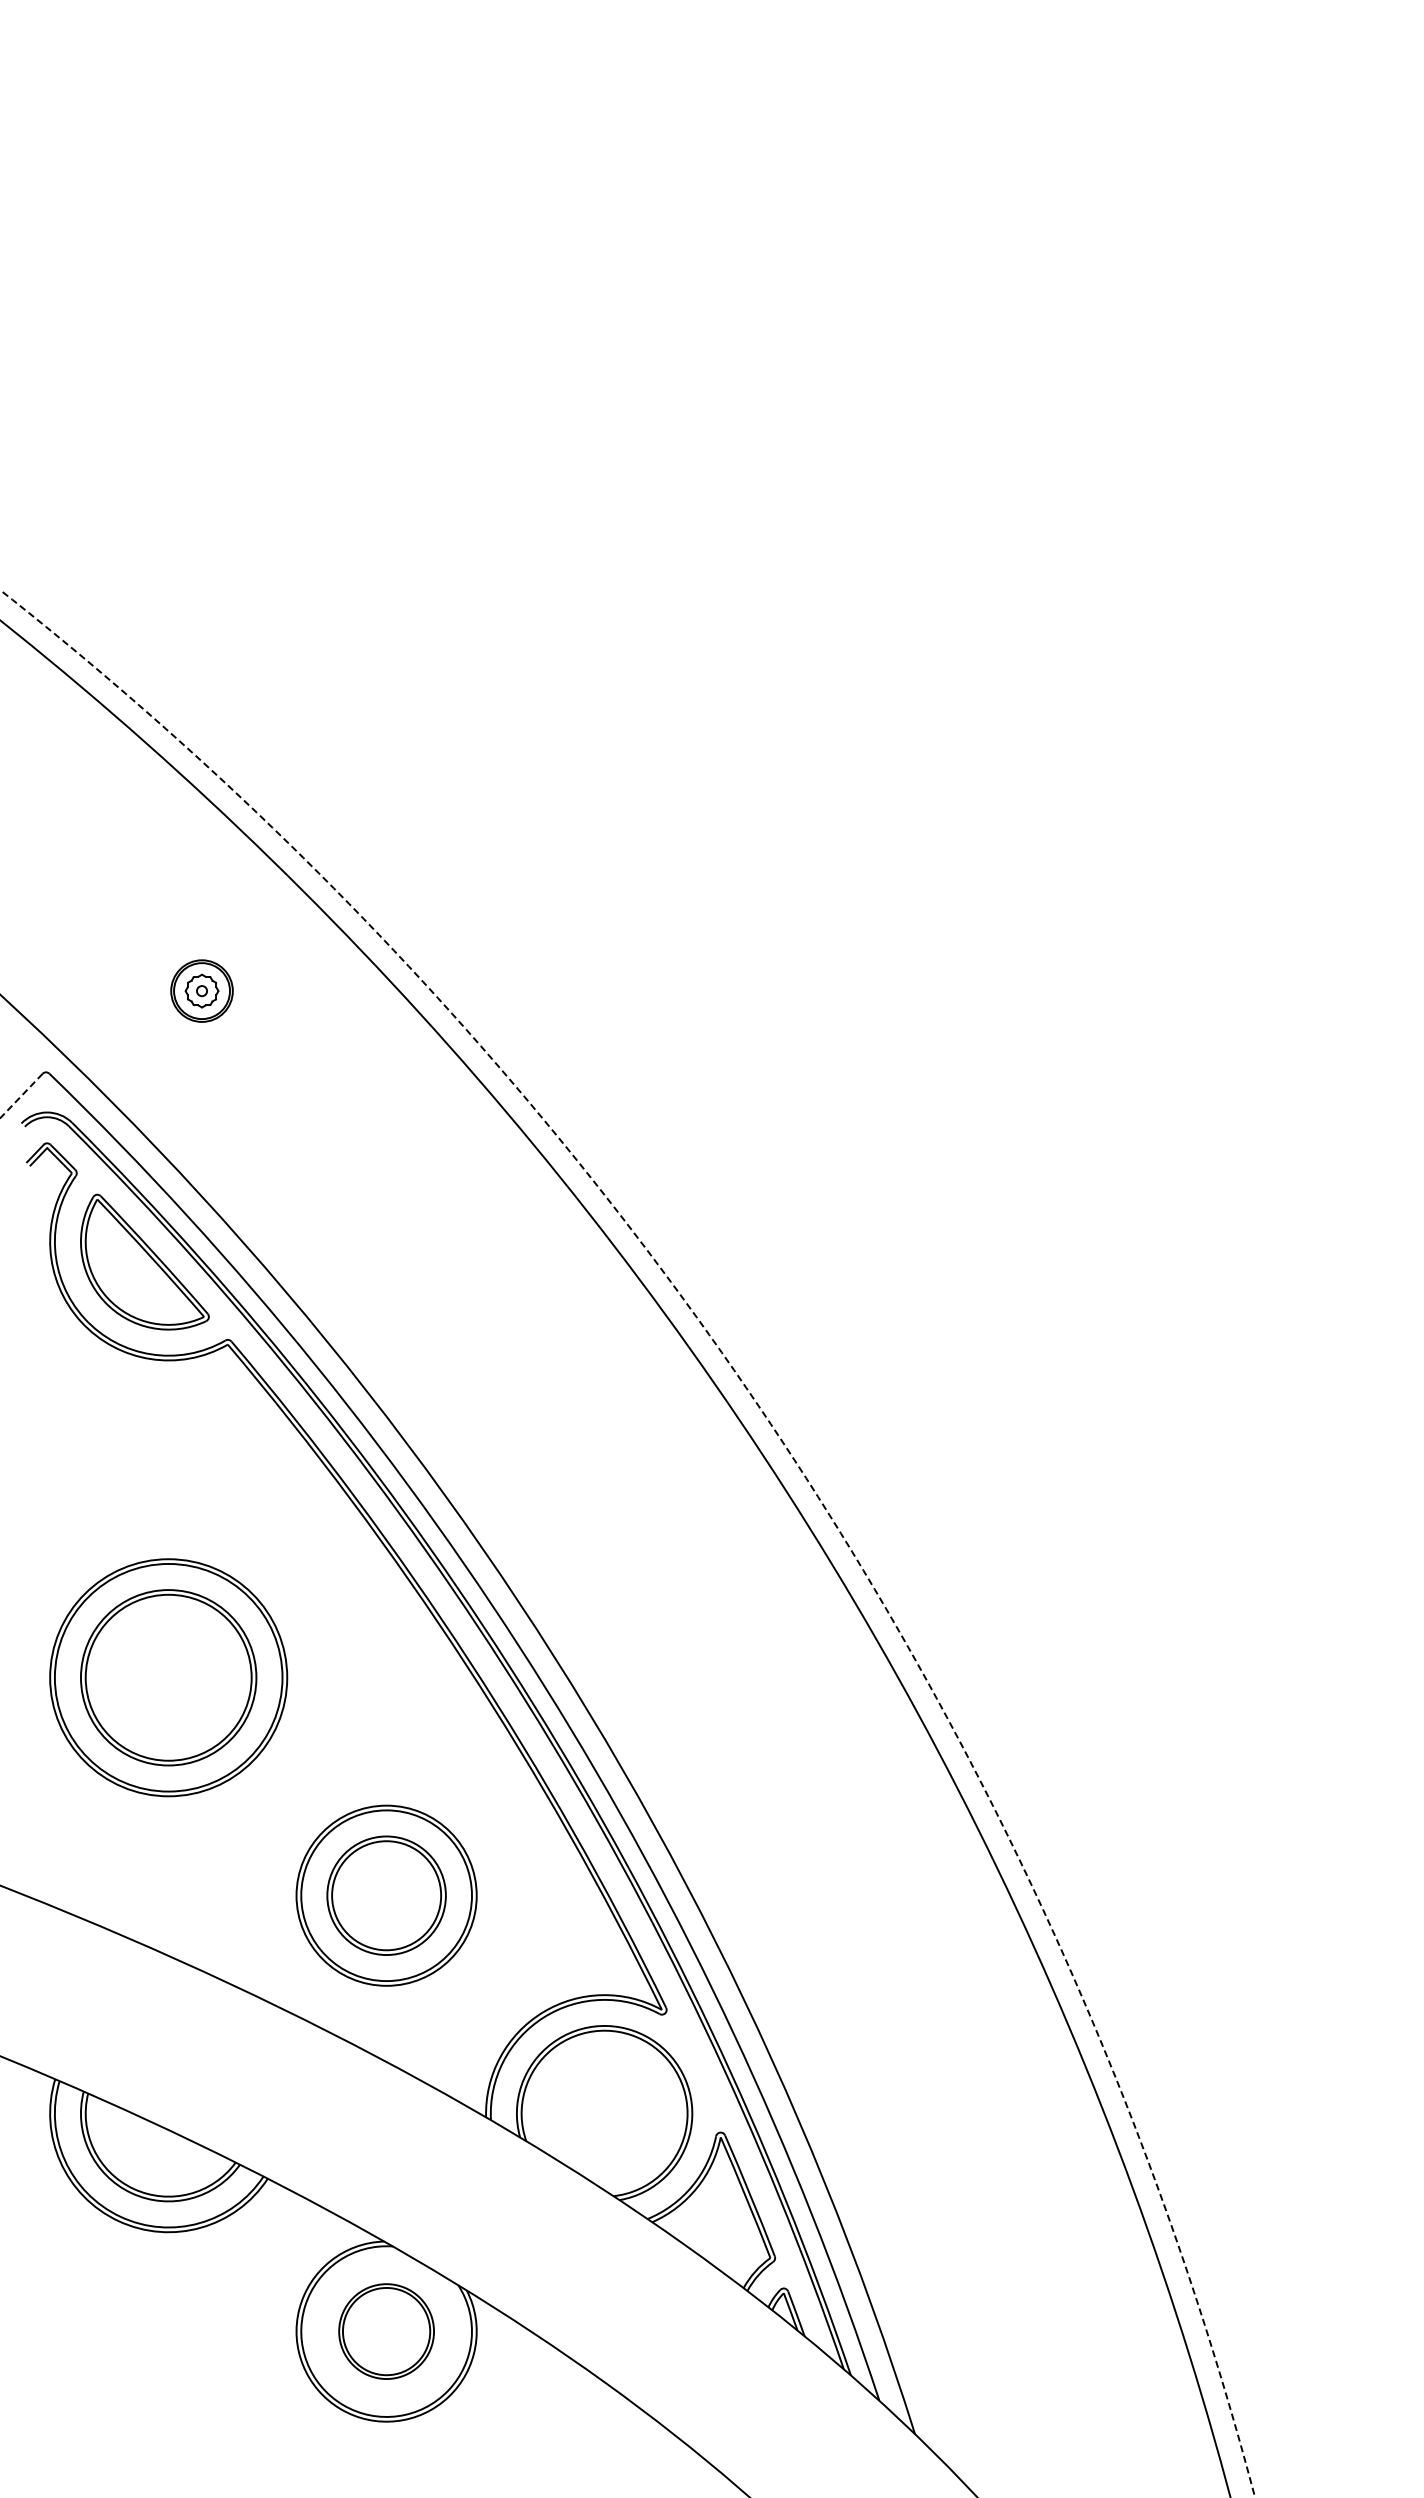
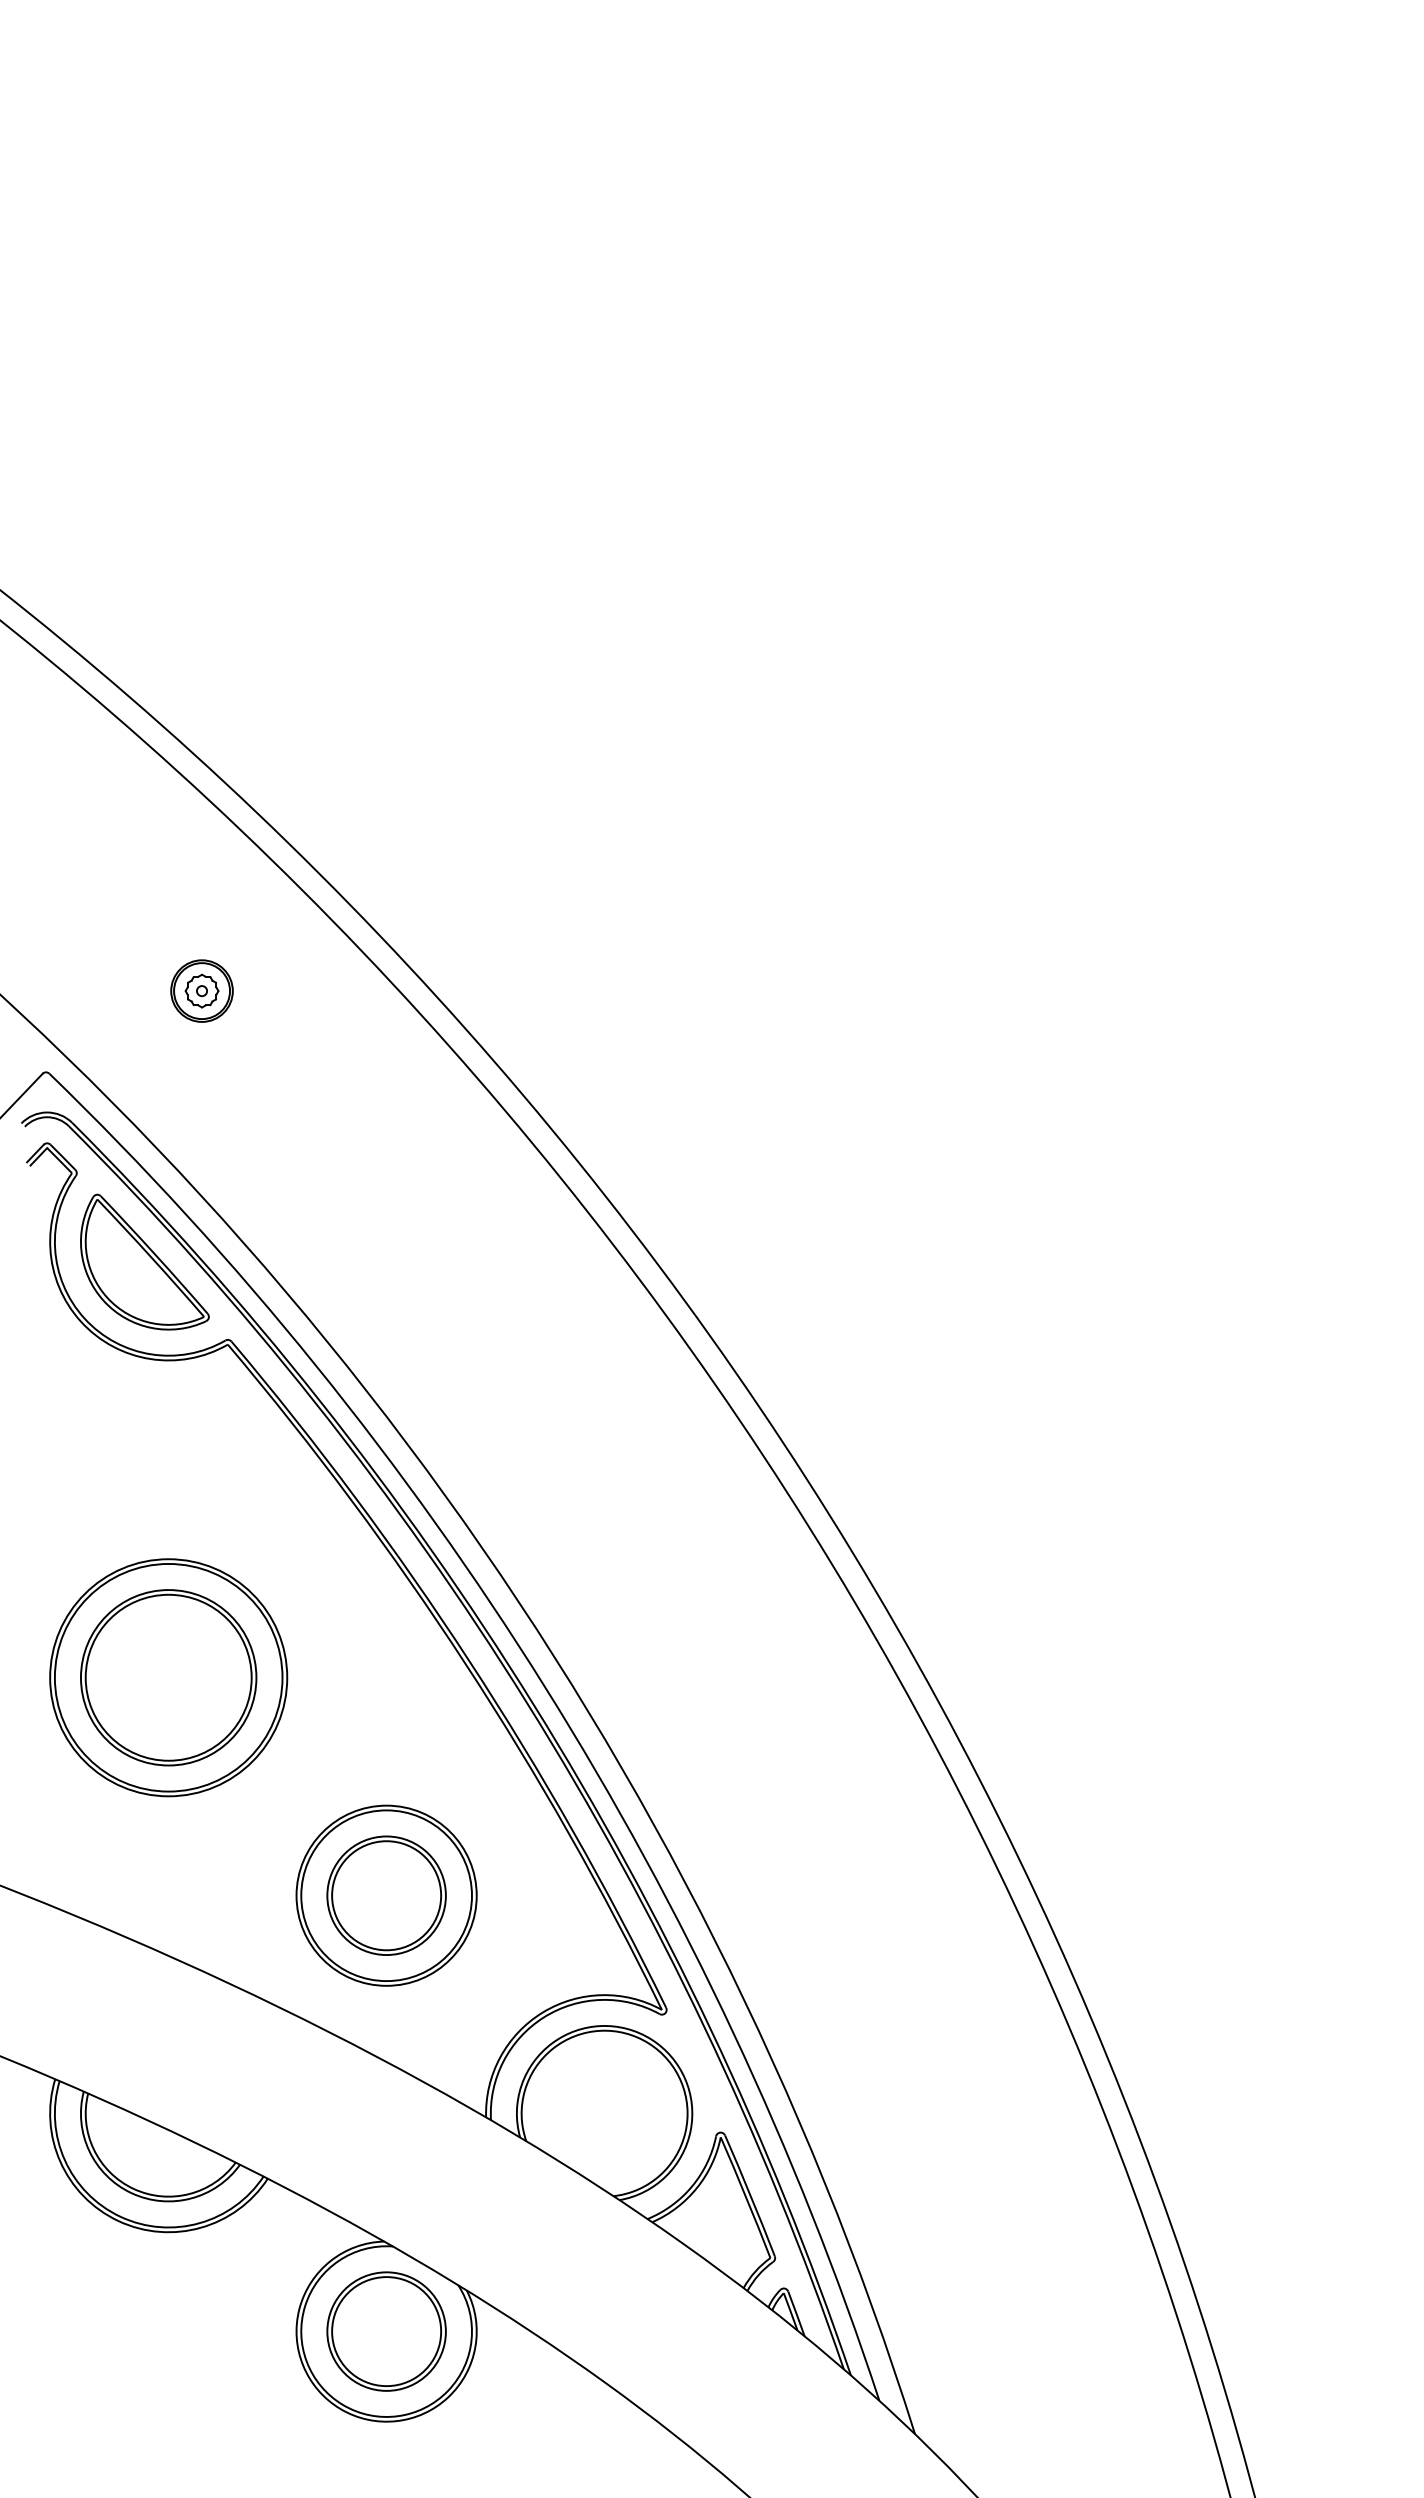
line at (21, 1096): dashed -> solid
arc at (780, 1438): dashed -> solid
part at (386, 2331) size: 97x97 px -> 121x121 px
